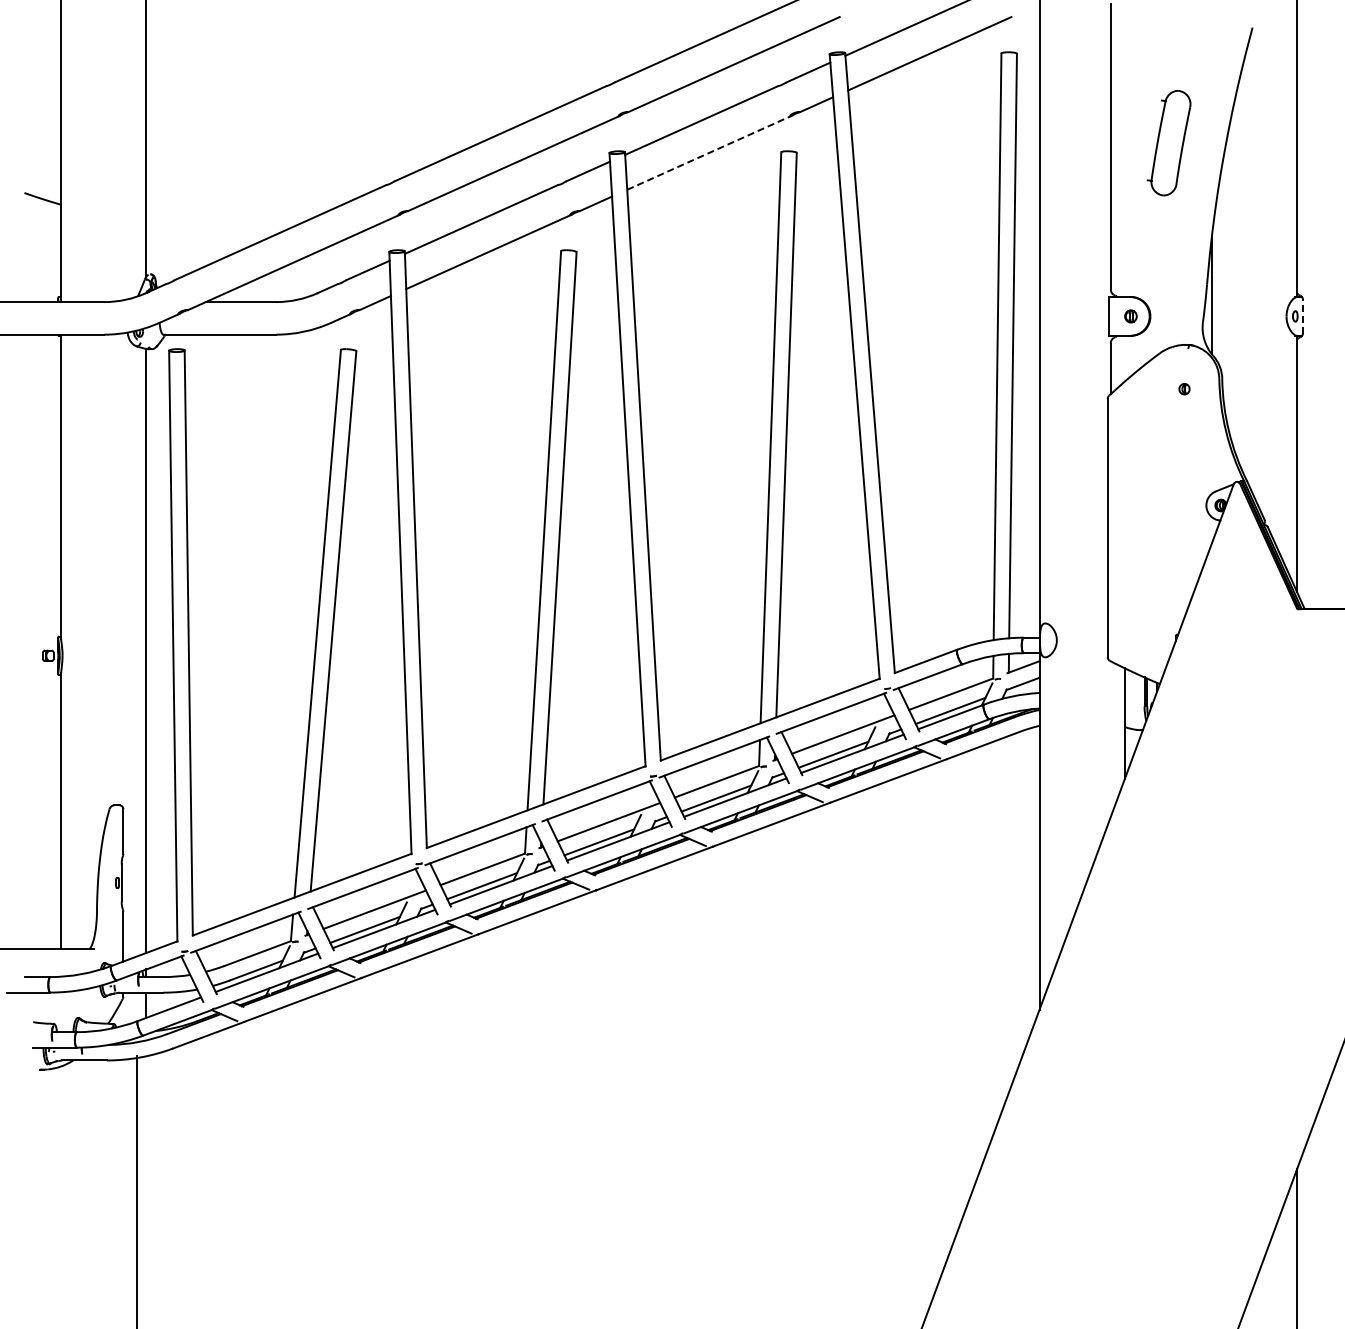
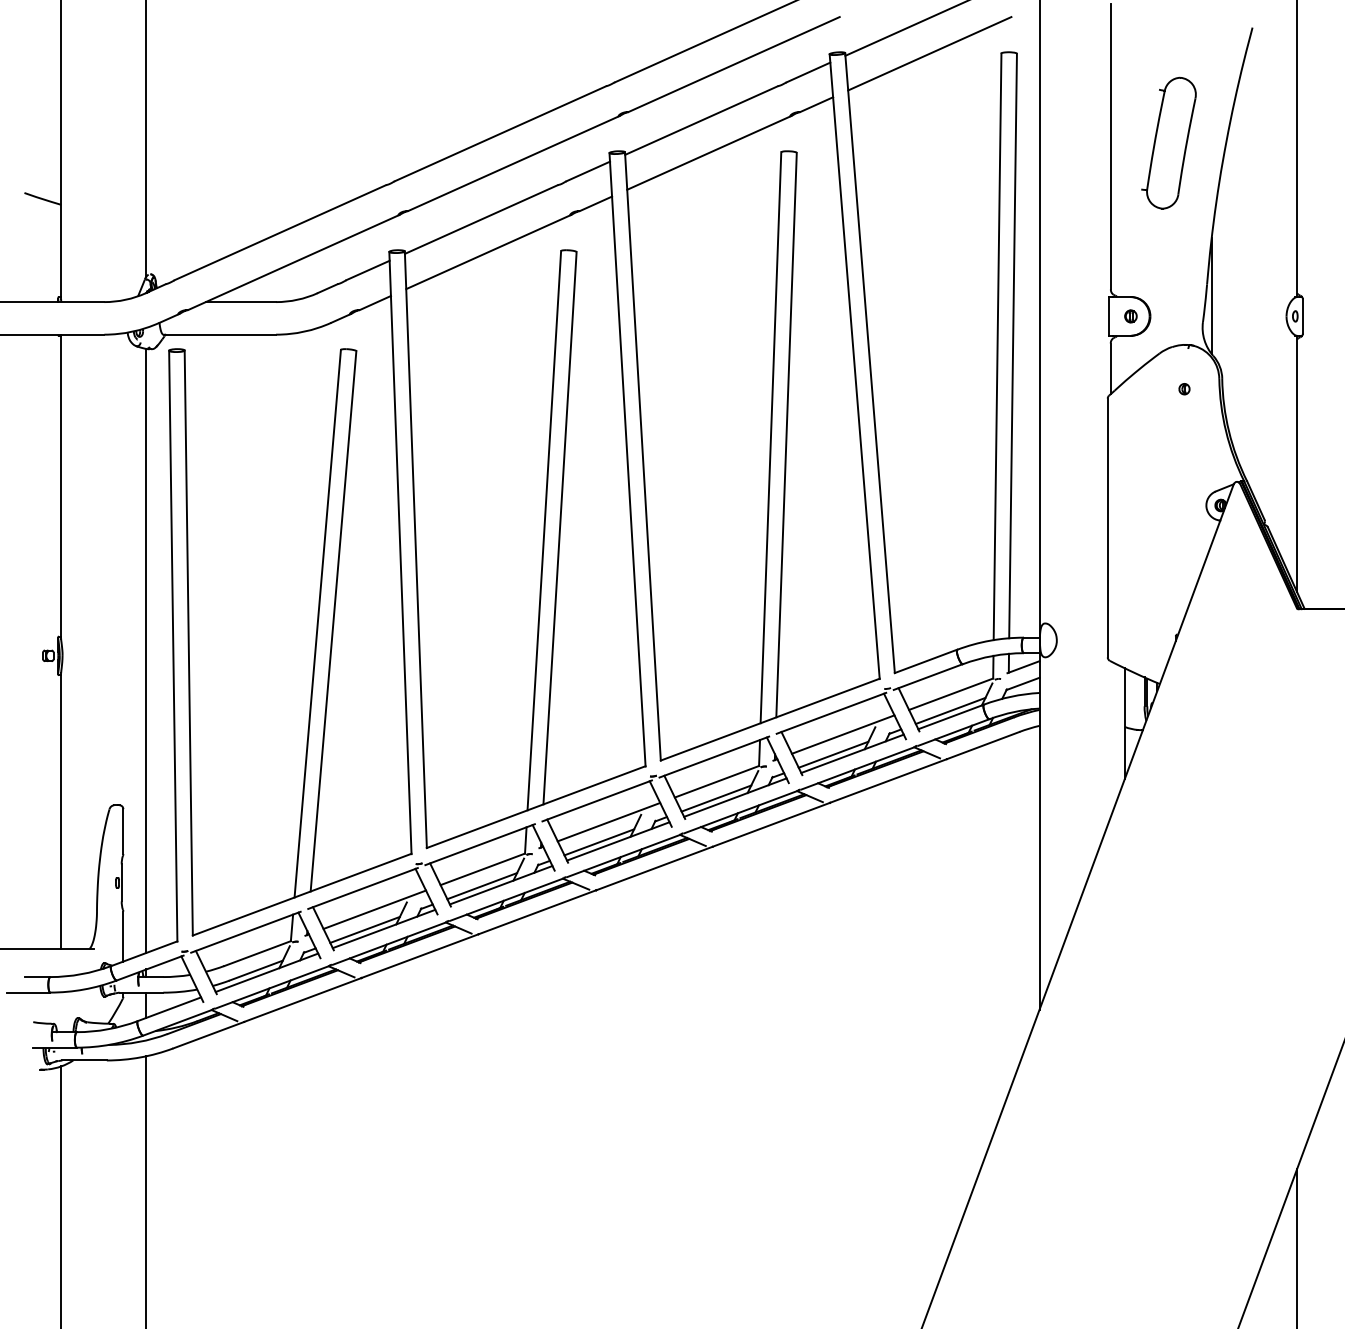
part at (1168, 143) size: 46x107 px -> 56x134 px
line at (709, 152): dashed -> solid
line at (1302, 315): dashed -> solid
line at (137, 1190) position: (137, 1190) -> (146, 1190)
line at (61, 1195): none -> present
